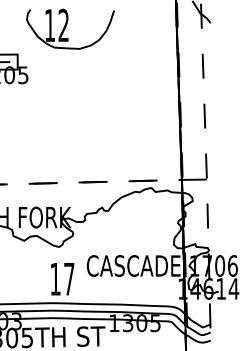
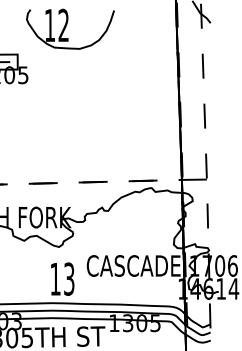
text at (69, 278): 17 -> 13
